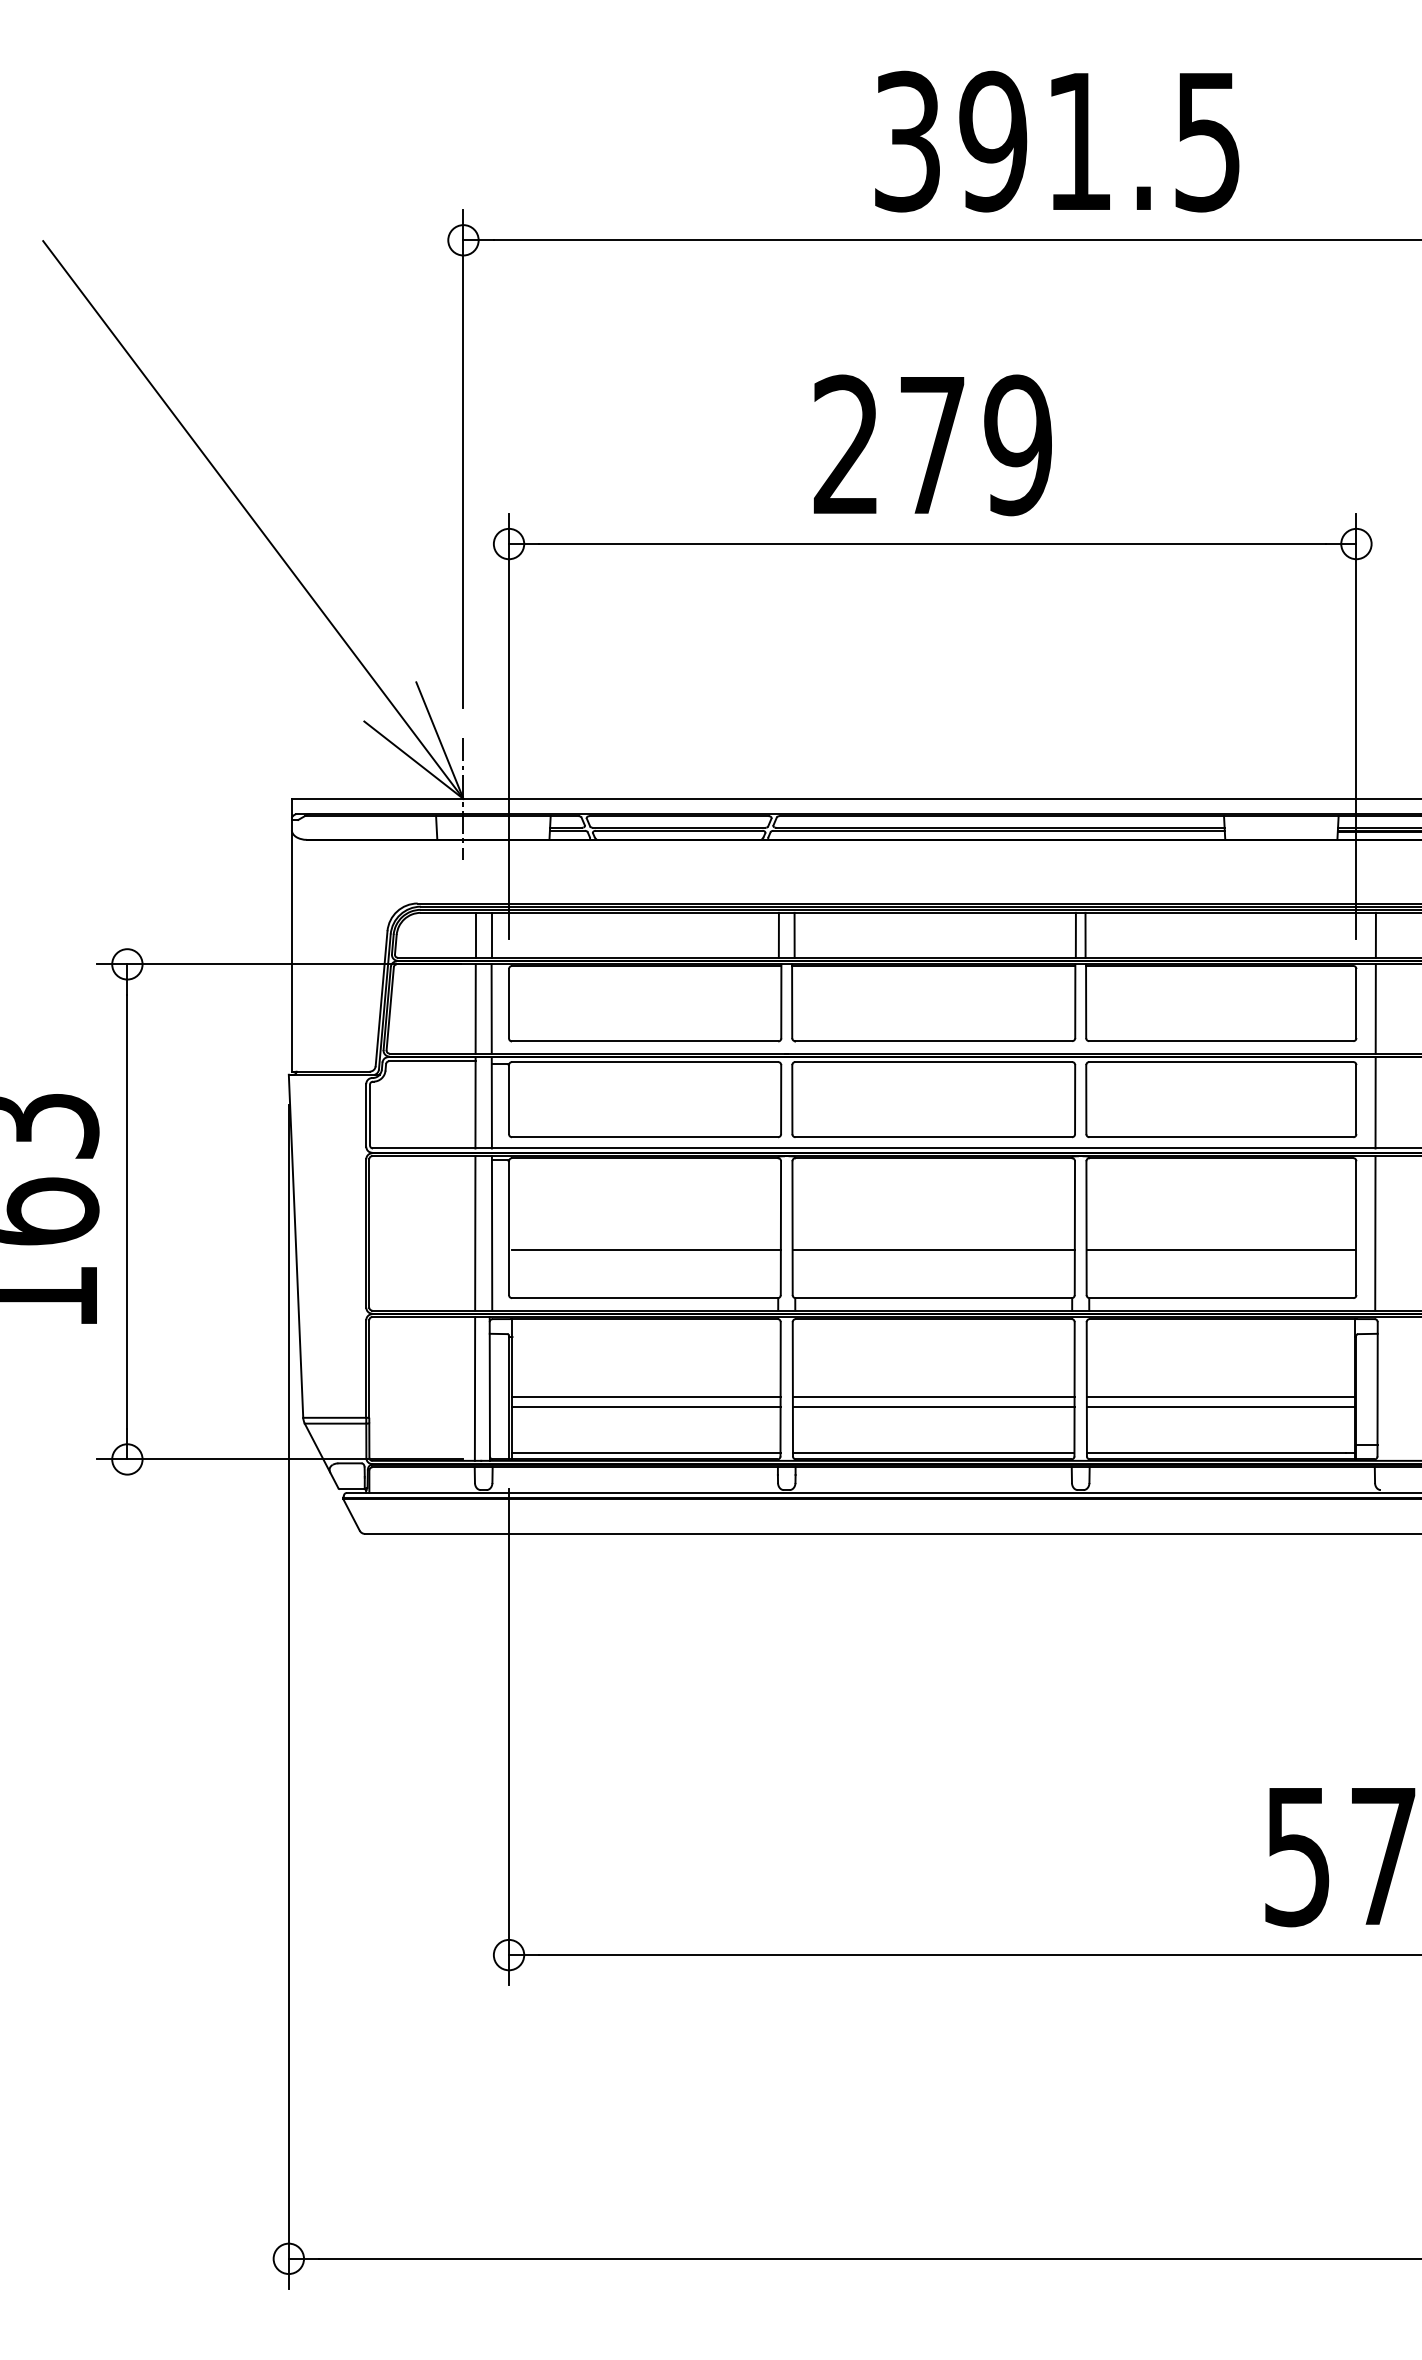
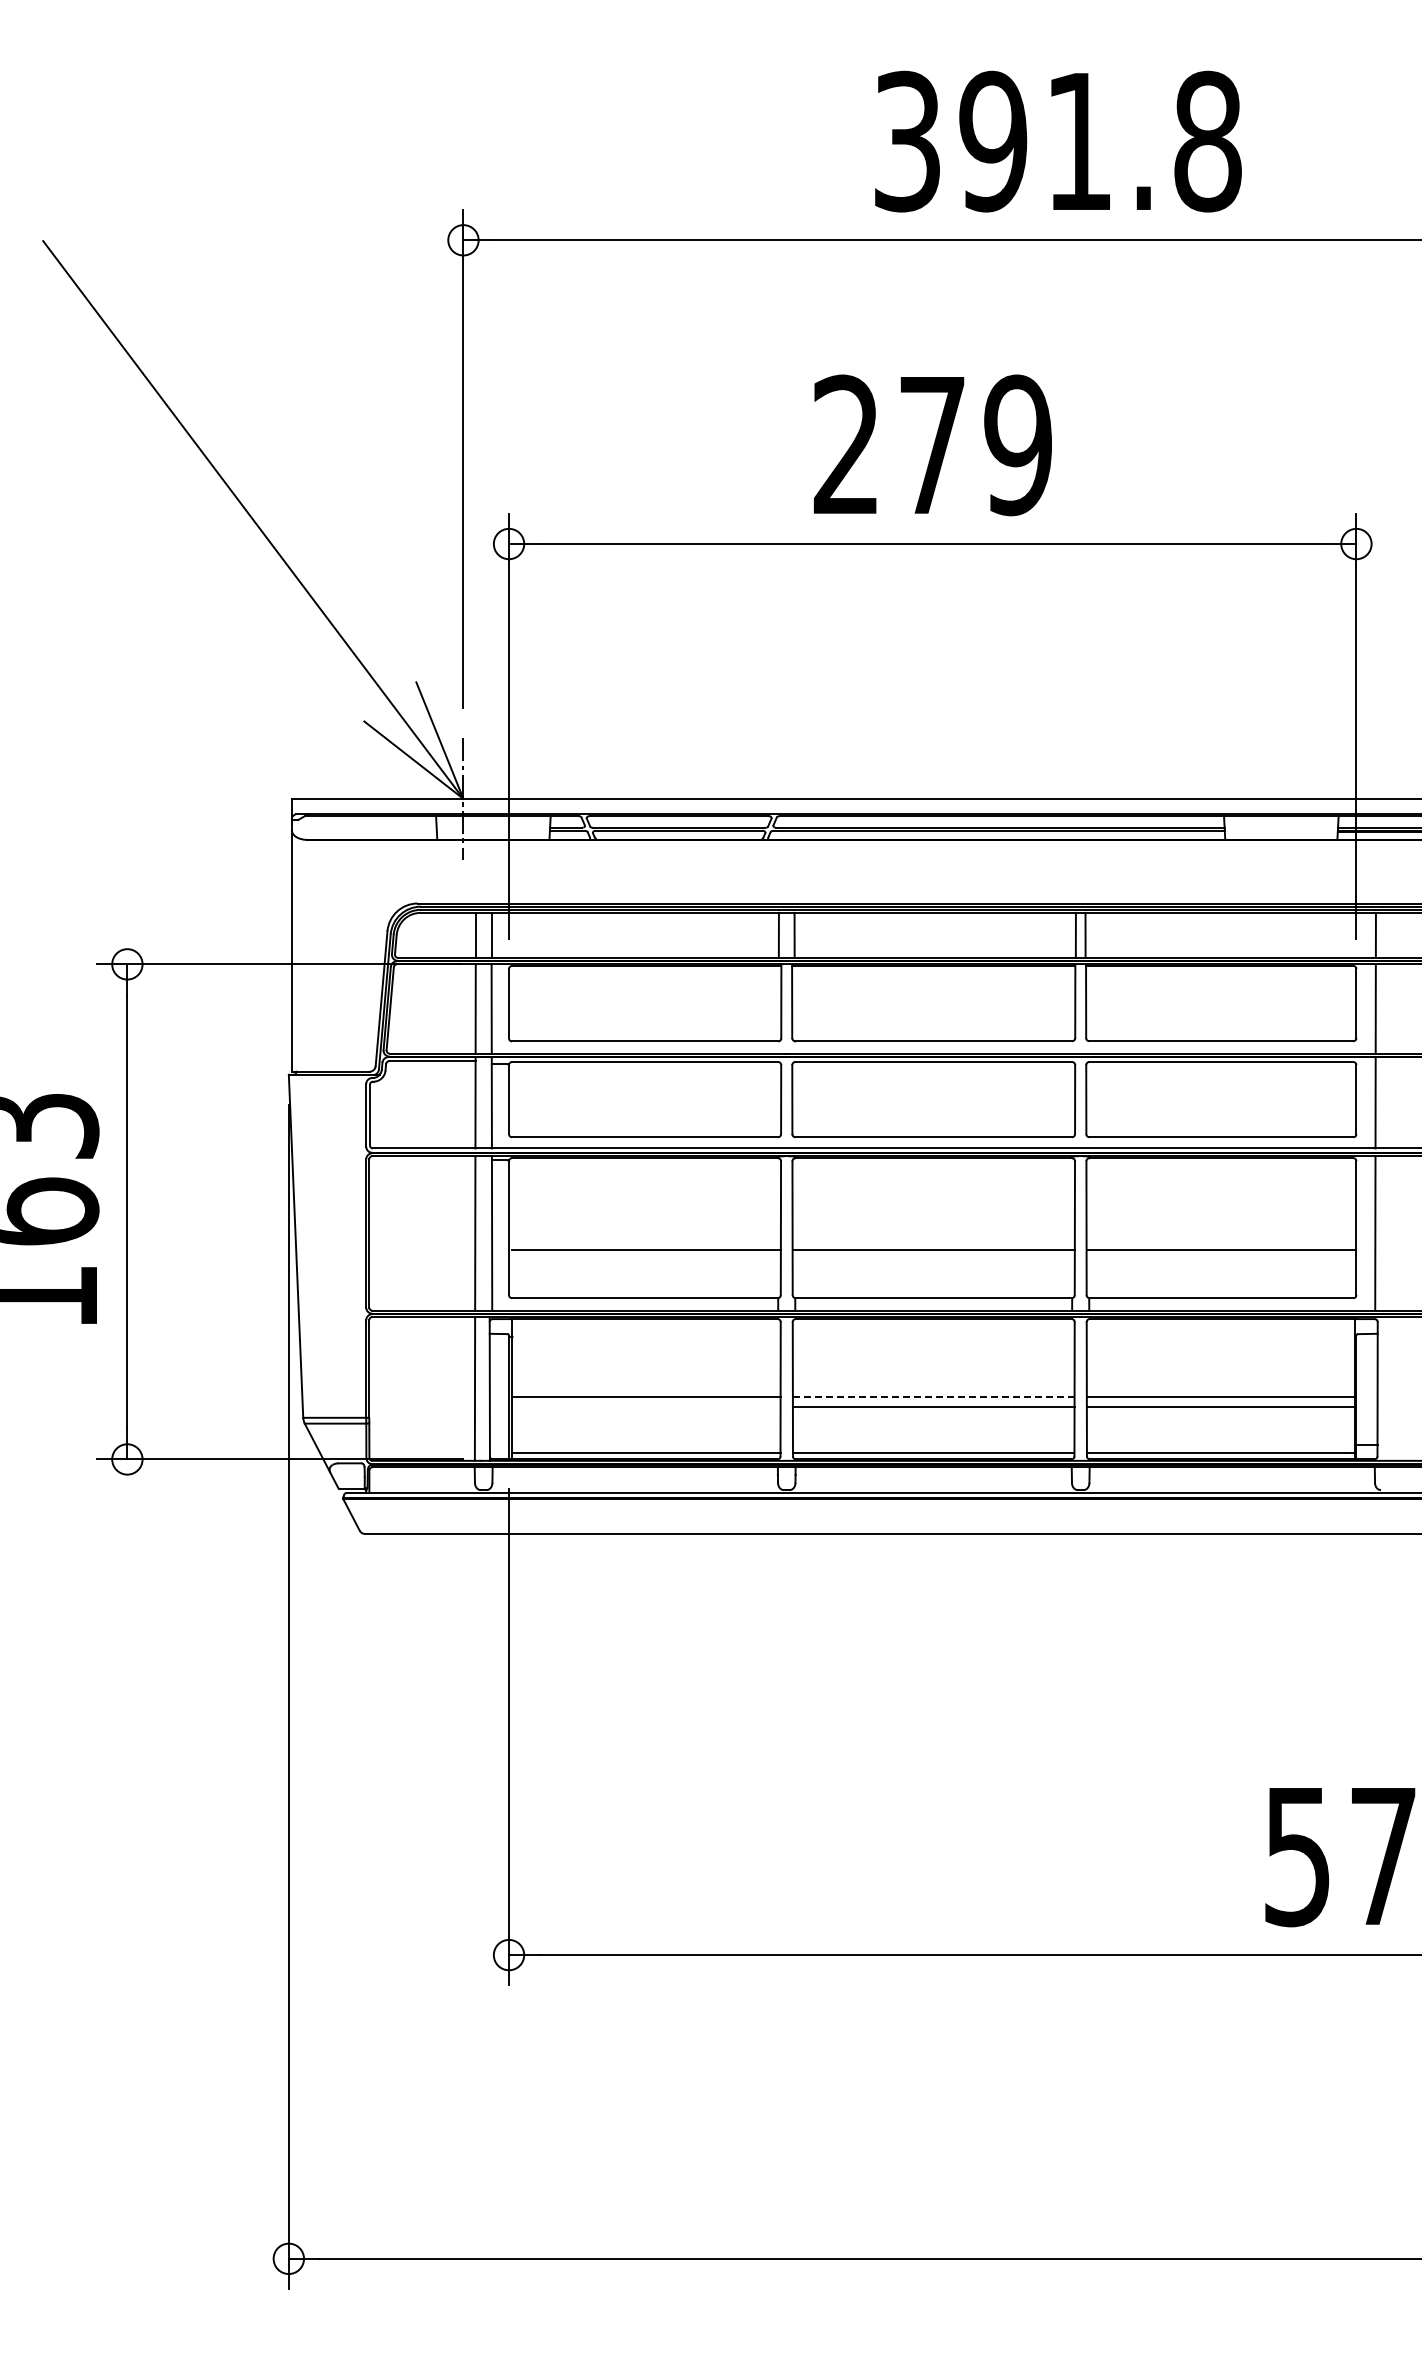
text at (1207, 141): 391.5 -> 391.8
line at (933, 1396): solid -> dashed
line at (646, 1406): present -> none
